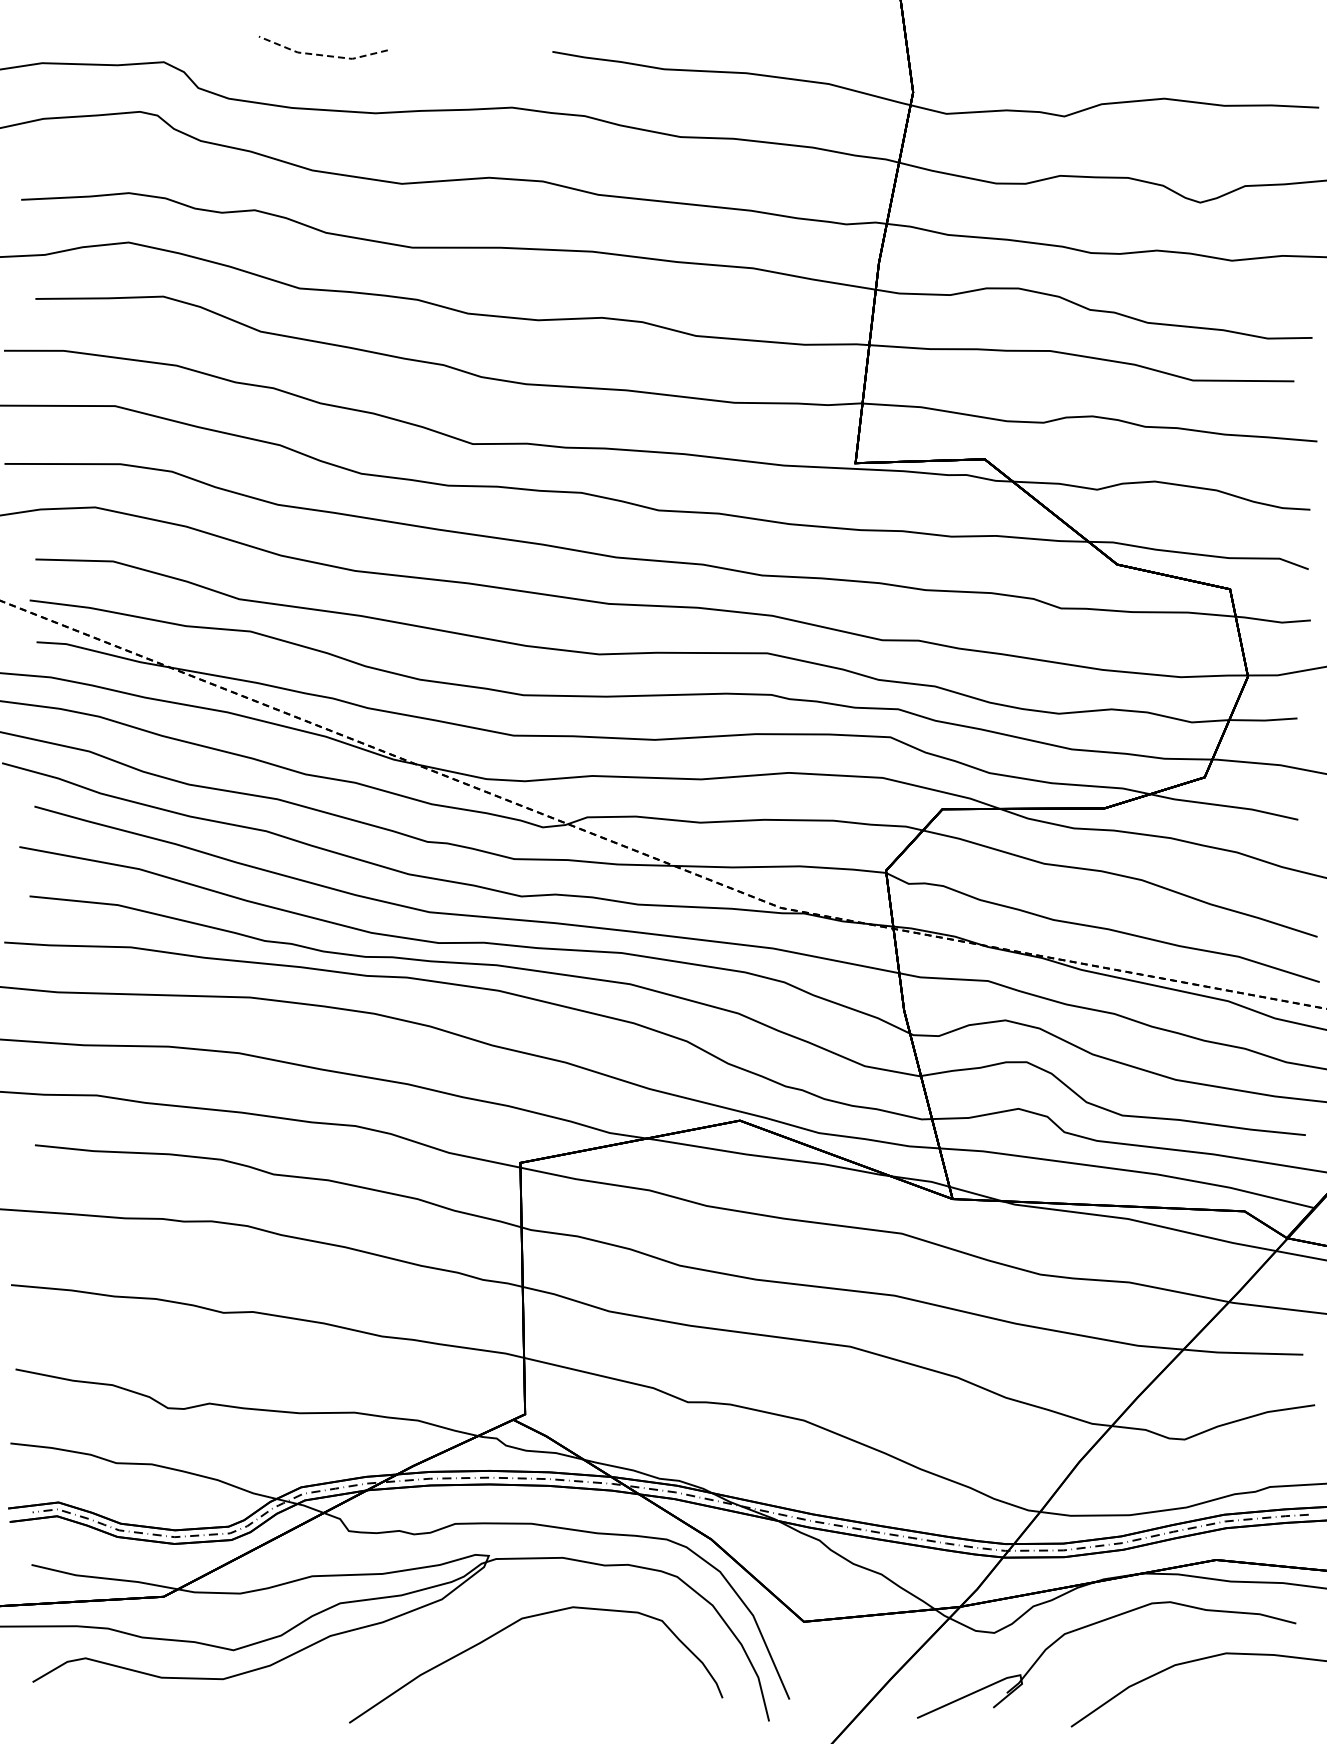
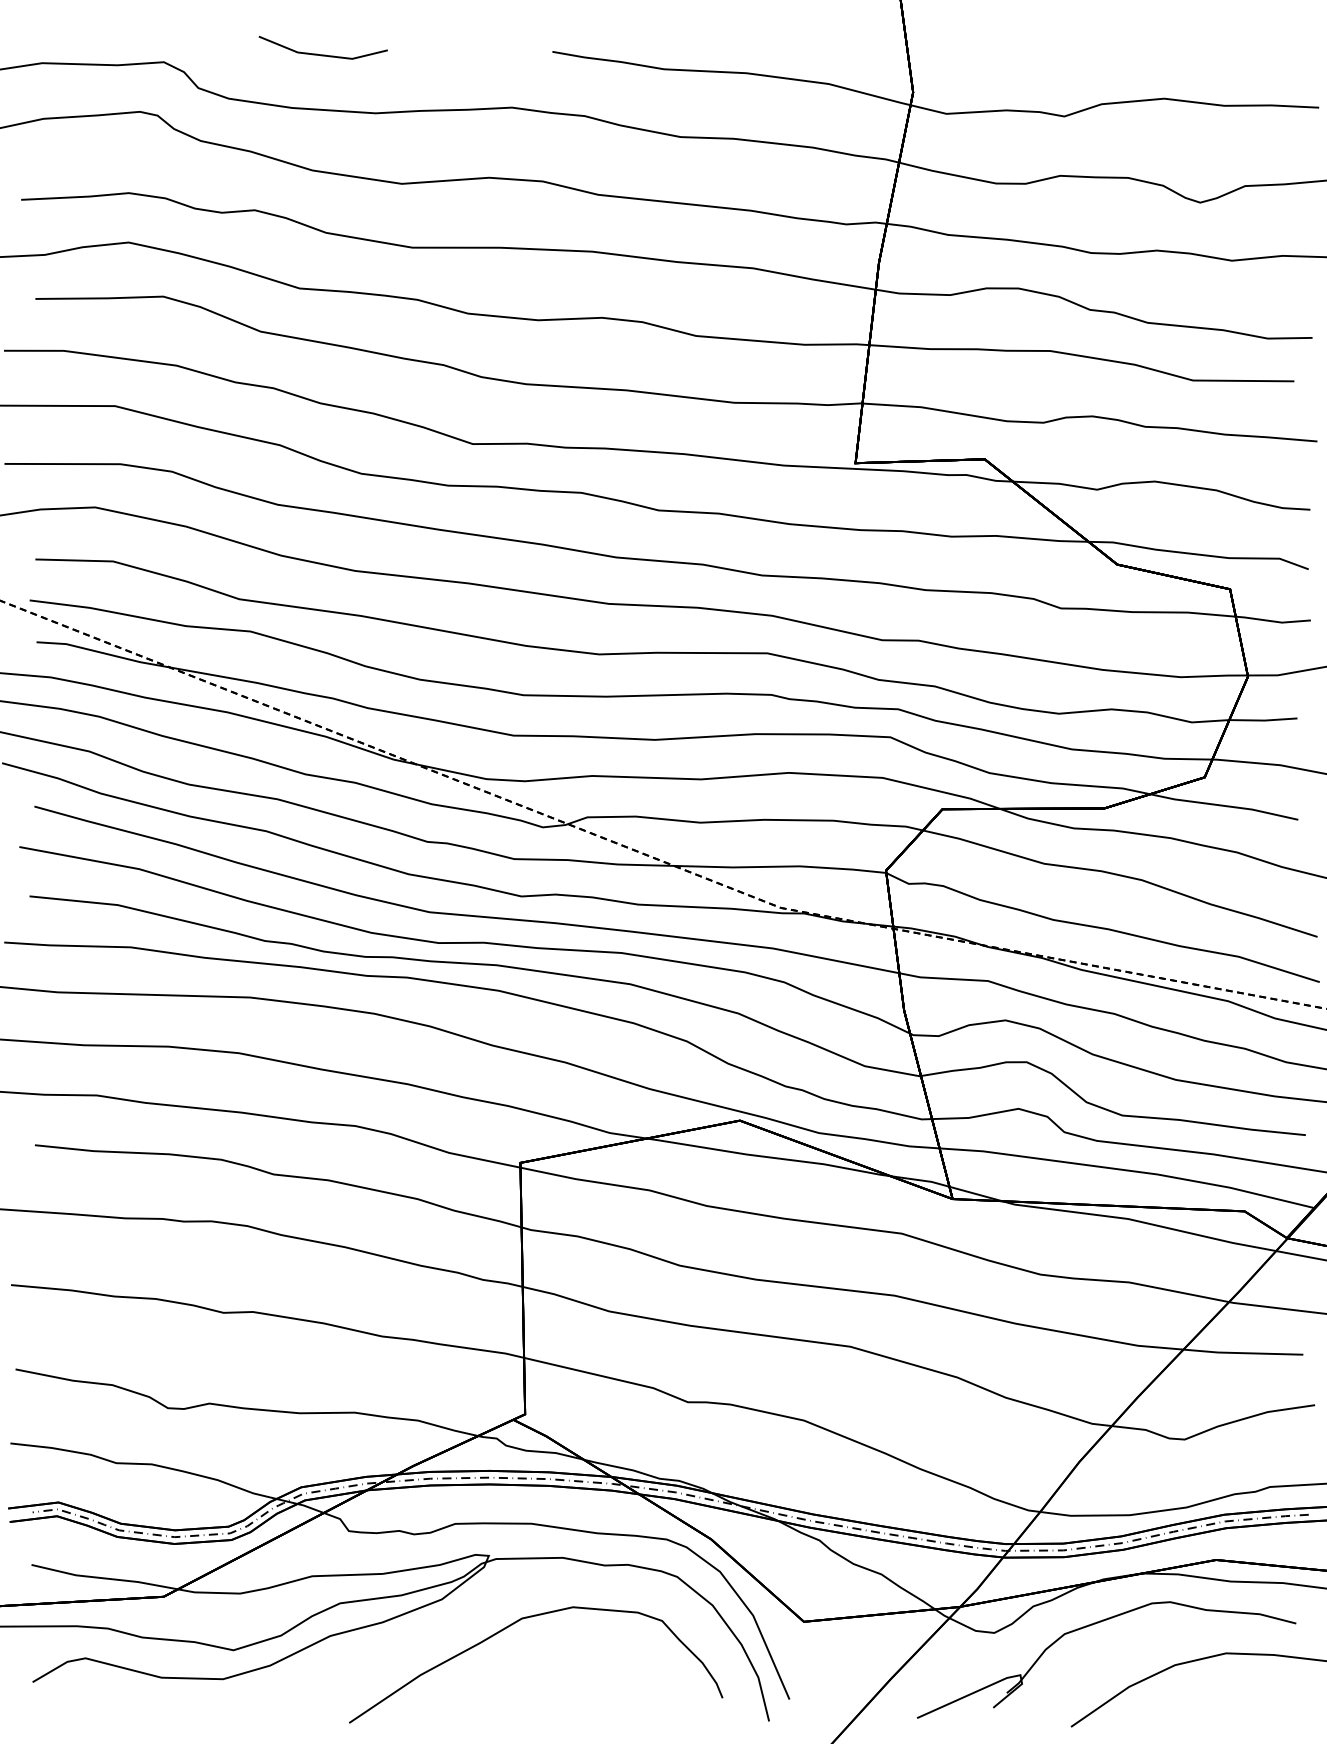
line at (321, 55): dashed -> solid
